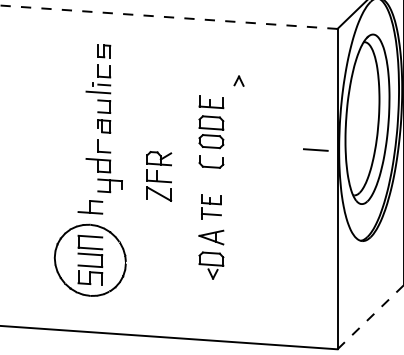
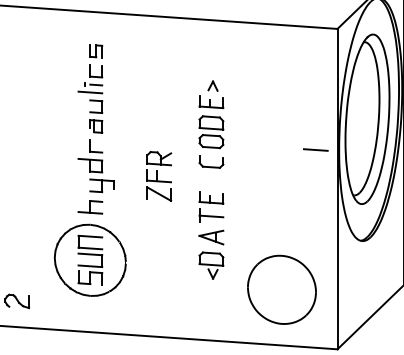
line at (169, 17): dashed -> solid
part at (238, 80) position: (238, 80) -> (212, 85)
part at (103, 118) position: (103, 118) -> (95, 118)
part at (211, 206) size: 21x26 px -> 27x32 px
part at (281, 289): none -> present
part at (17, 301): none -> present
line at (370, 317): dashed -> solid
